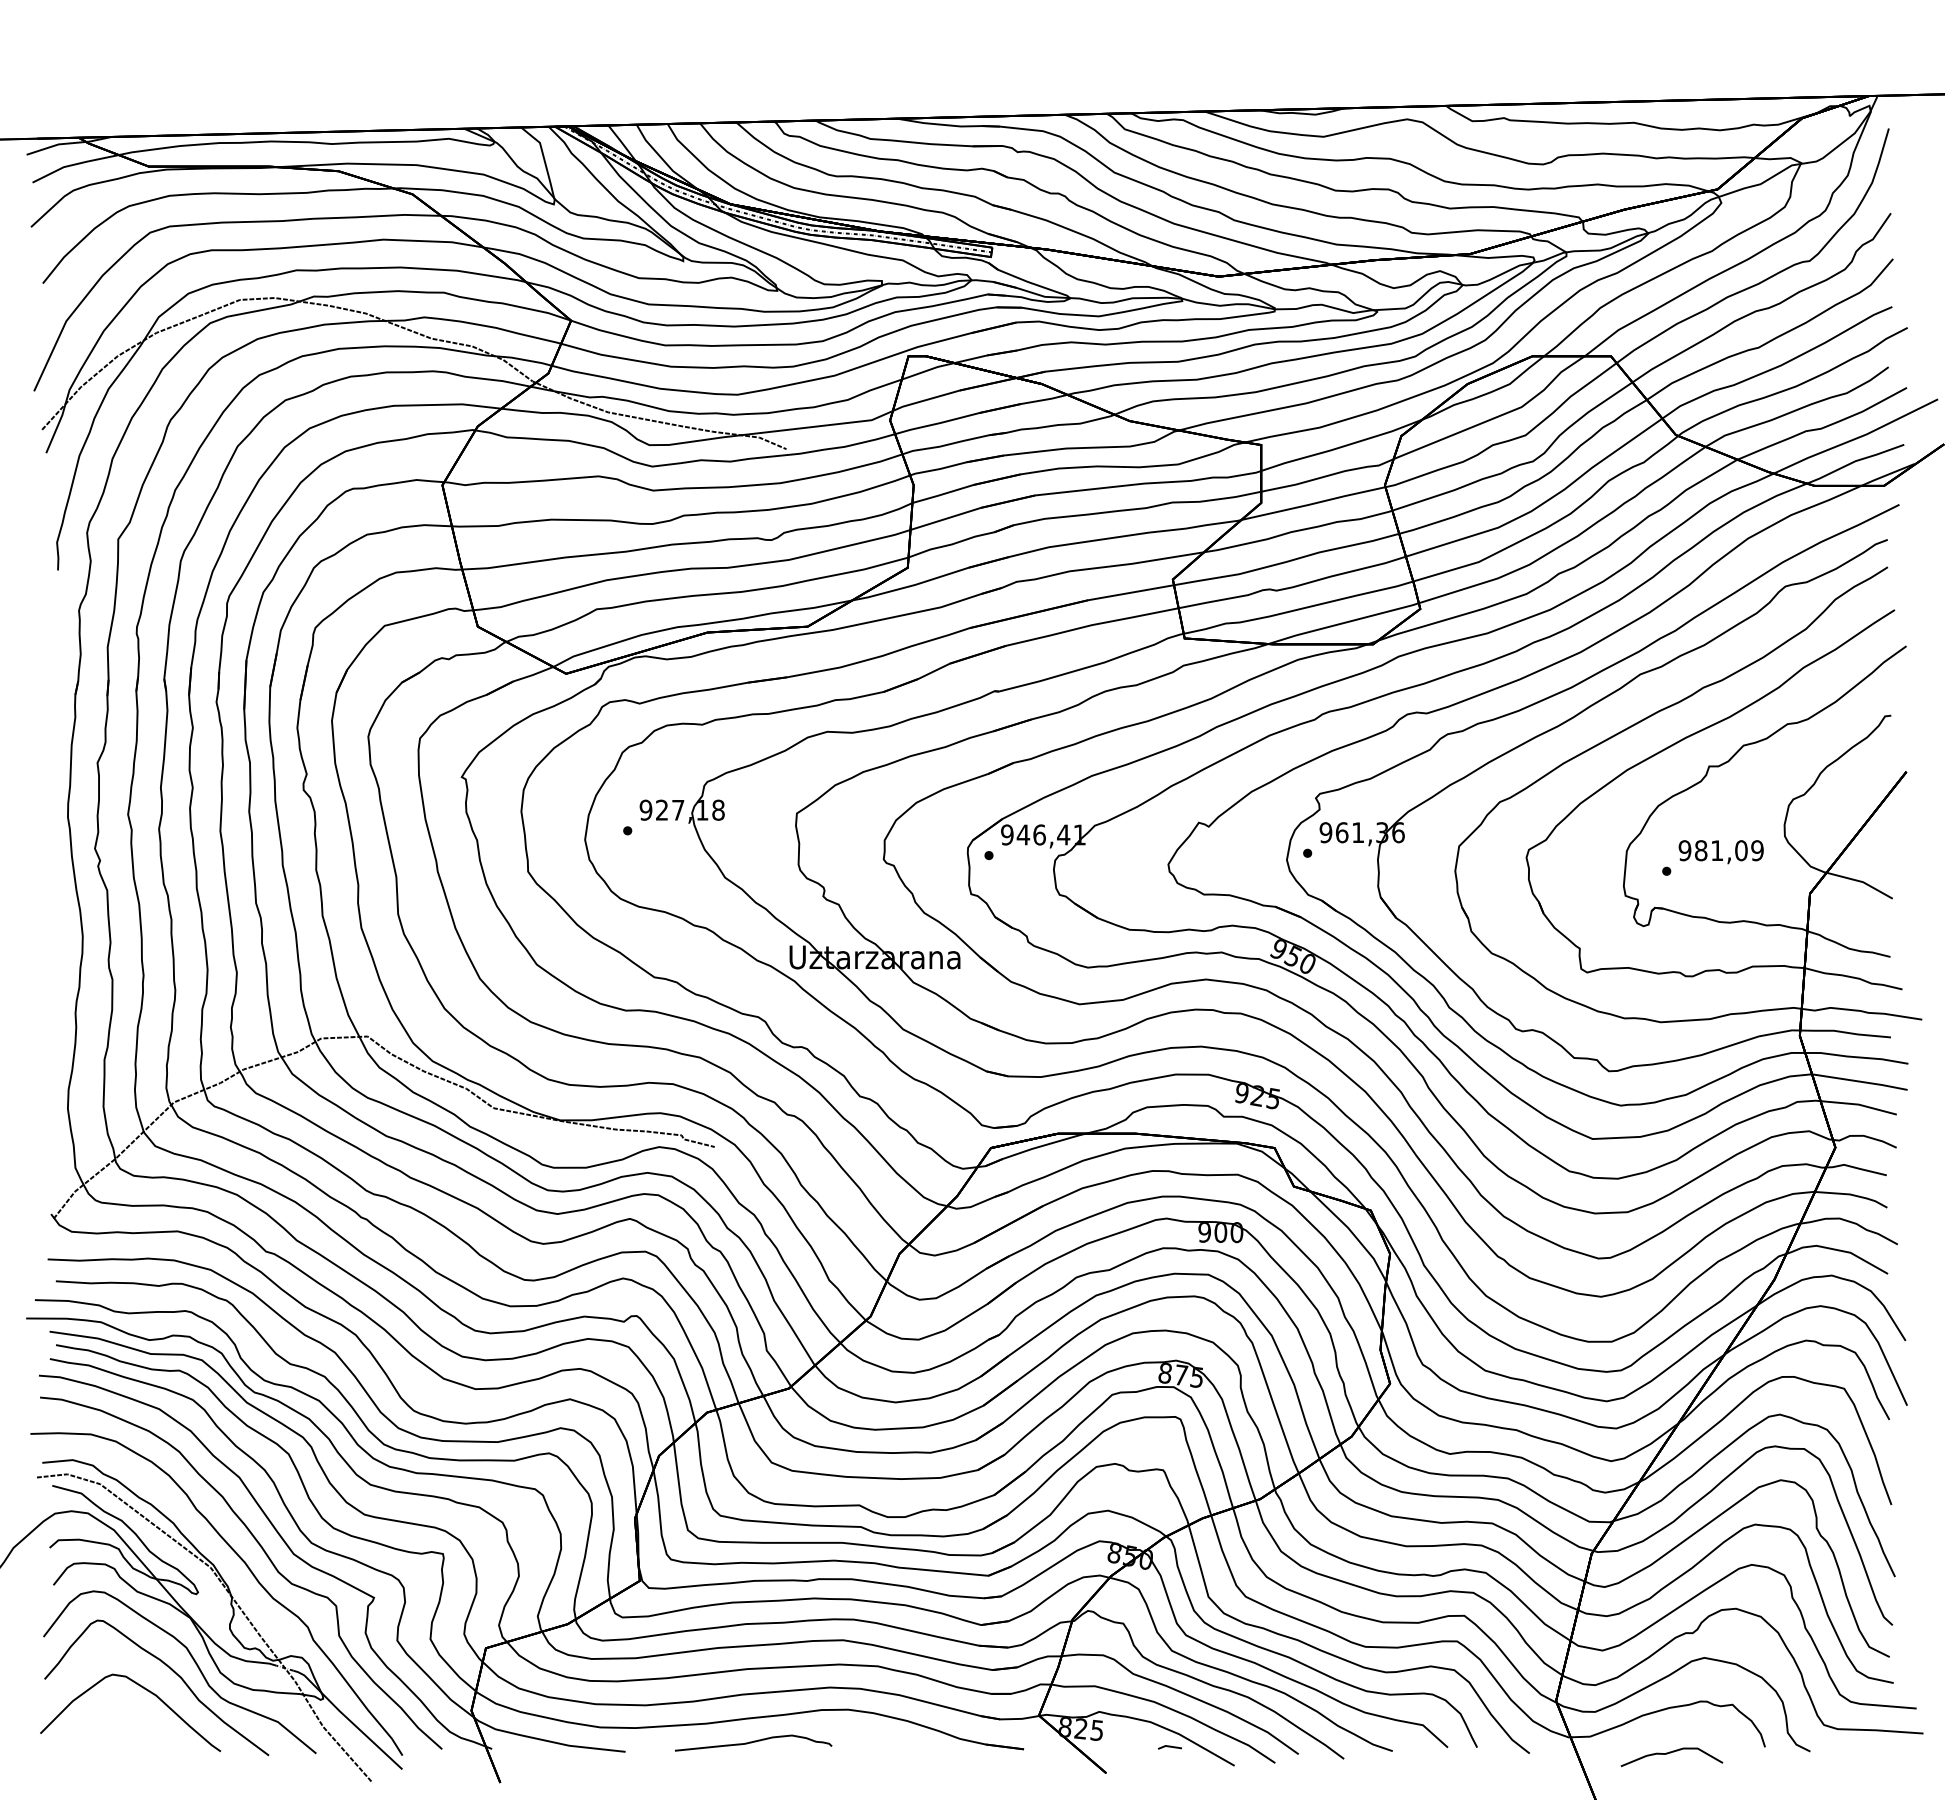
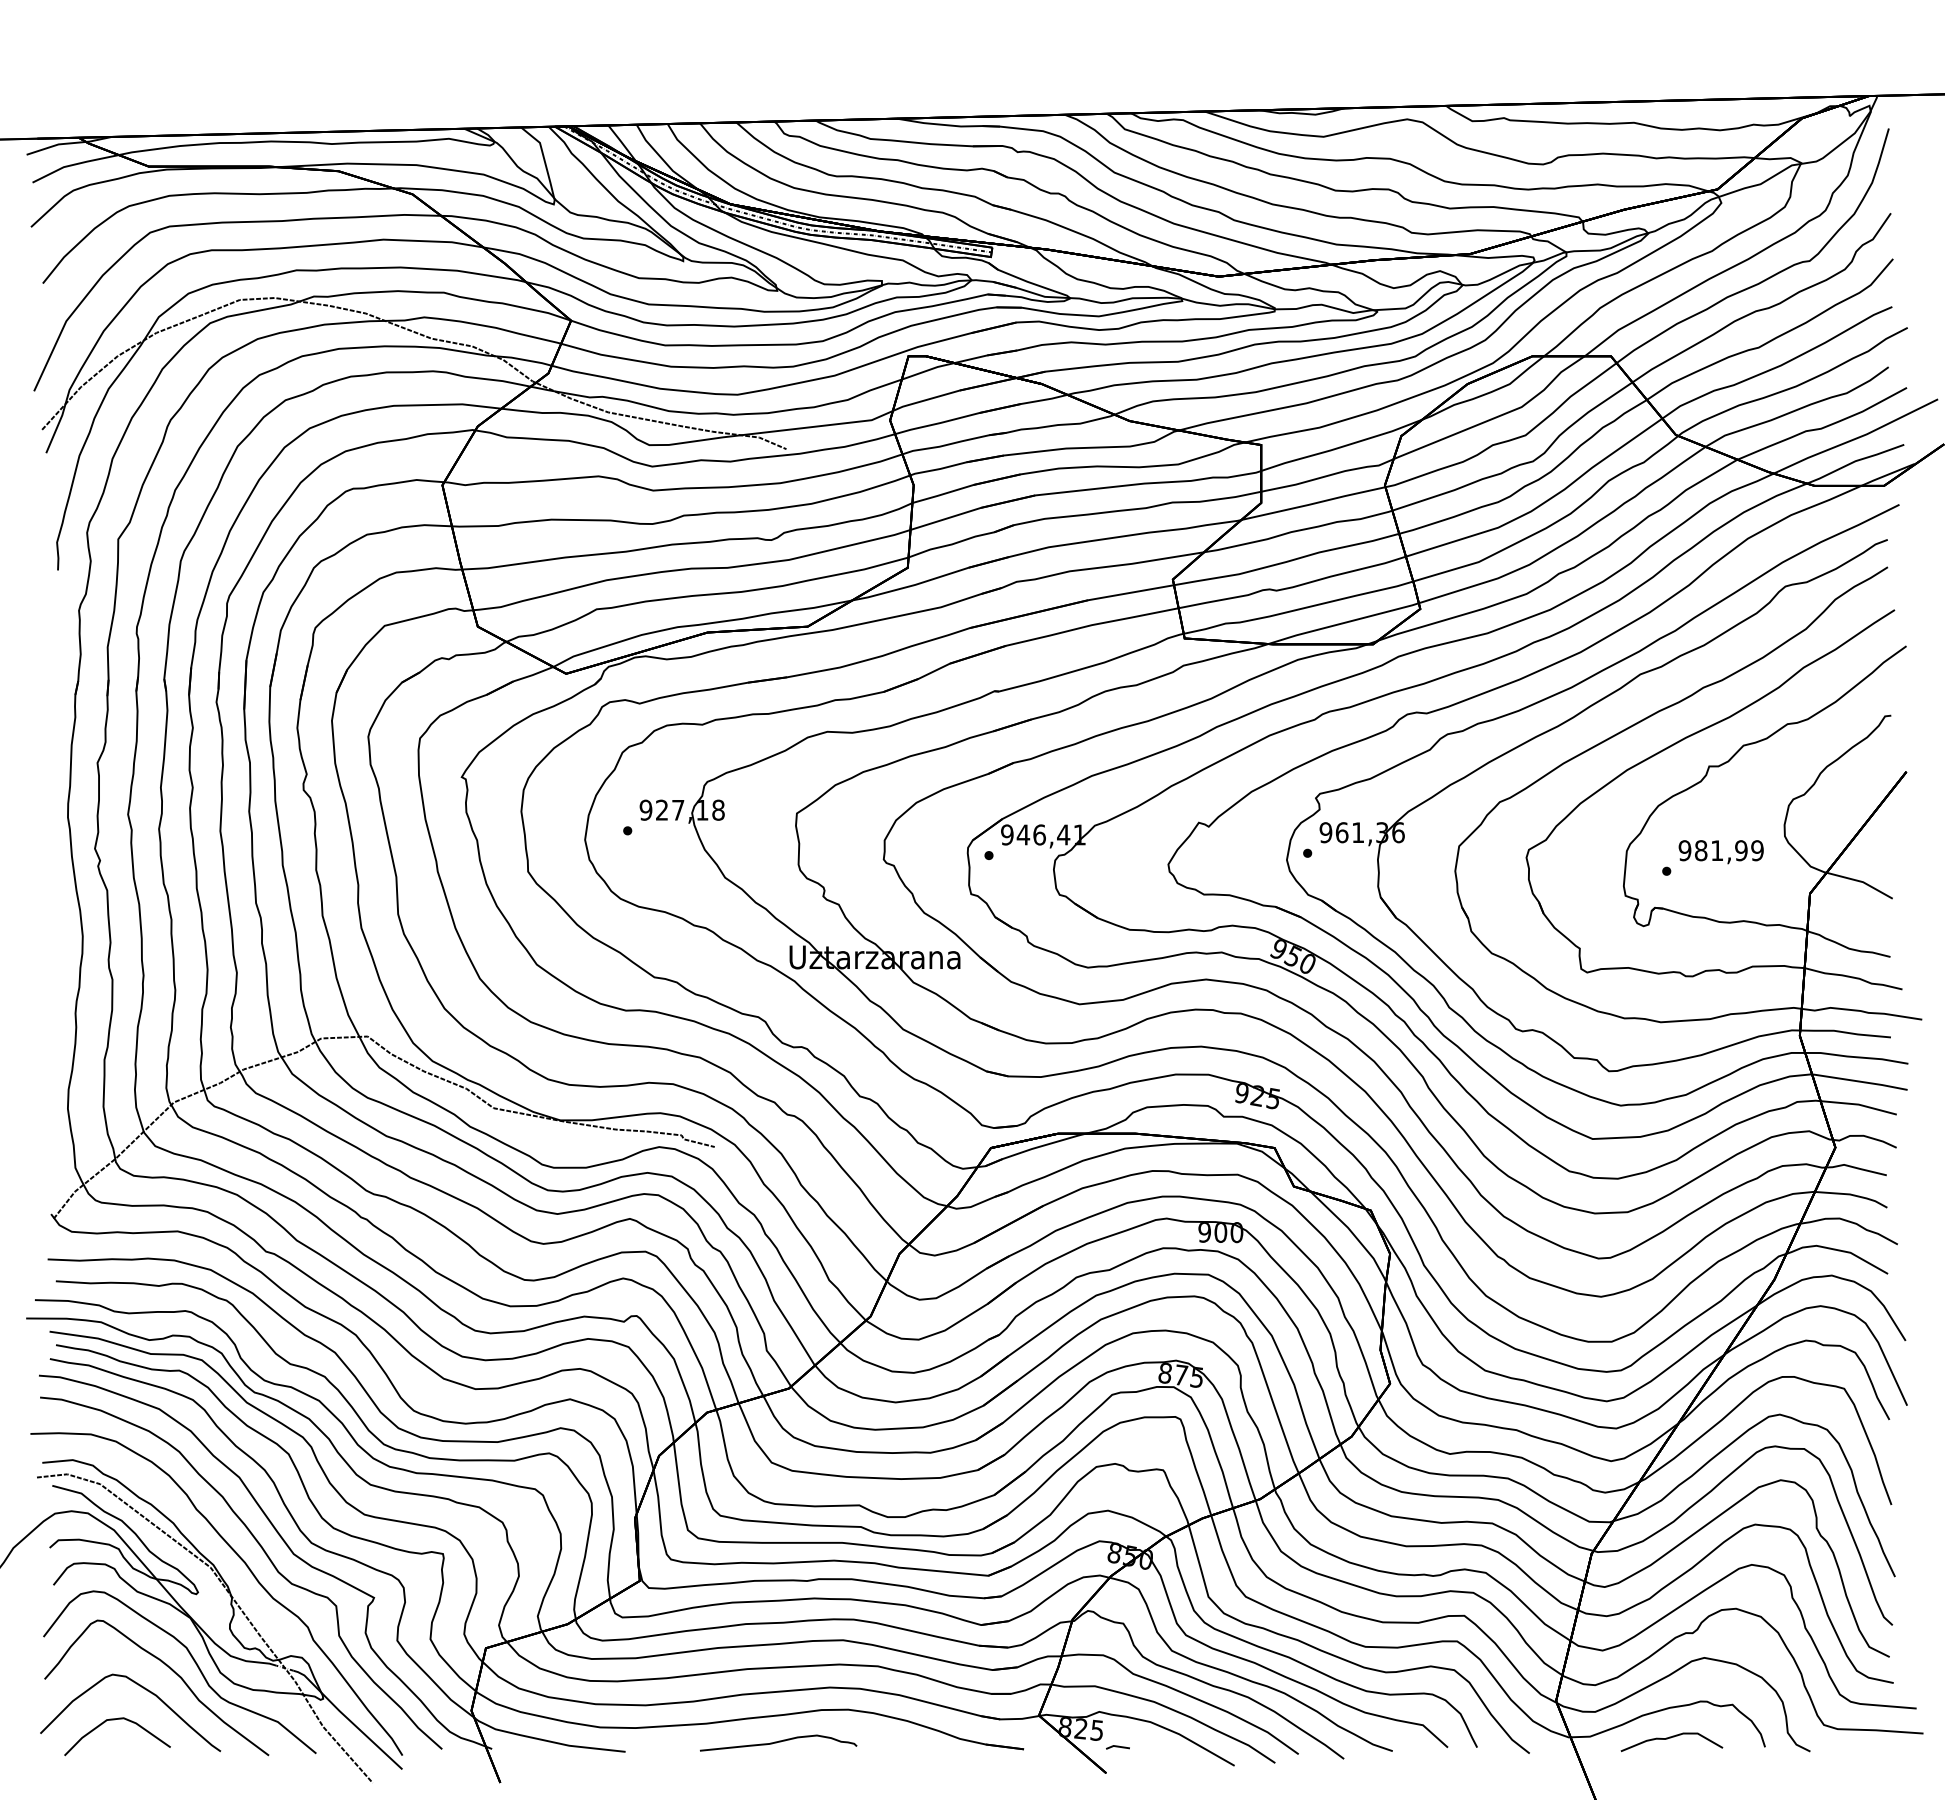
text at (1741, 850): 981,09 -> 981,99
curve at (114, 1720): none -> present
curve at (753, 1742) position: (753, 1742) -> (778, 1742)
line at (1169, 1747) position: (1169, 1747) -> (1117, 1747)
curve at (1671, 1753) position: (1671, 1753) -> (1671, 1738)
